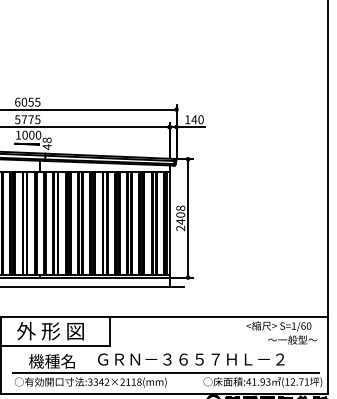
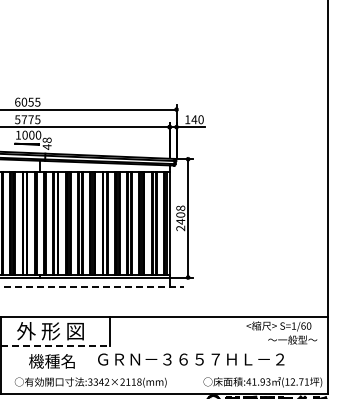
line at (92, 287): solid -> dashed
line at (55, 346): solid -> dashed
line at (165, 373): present -> none
